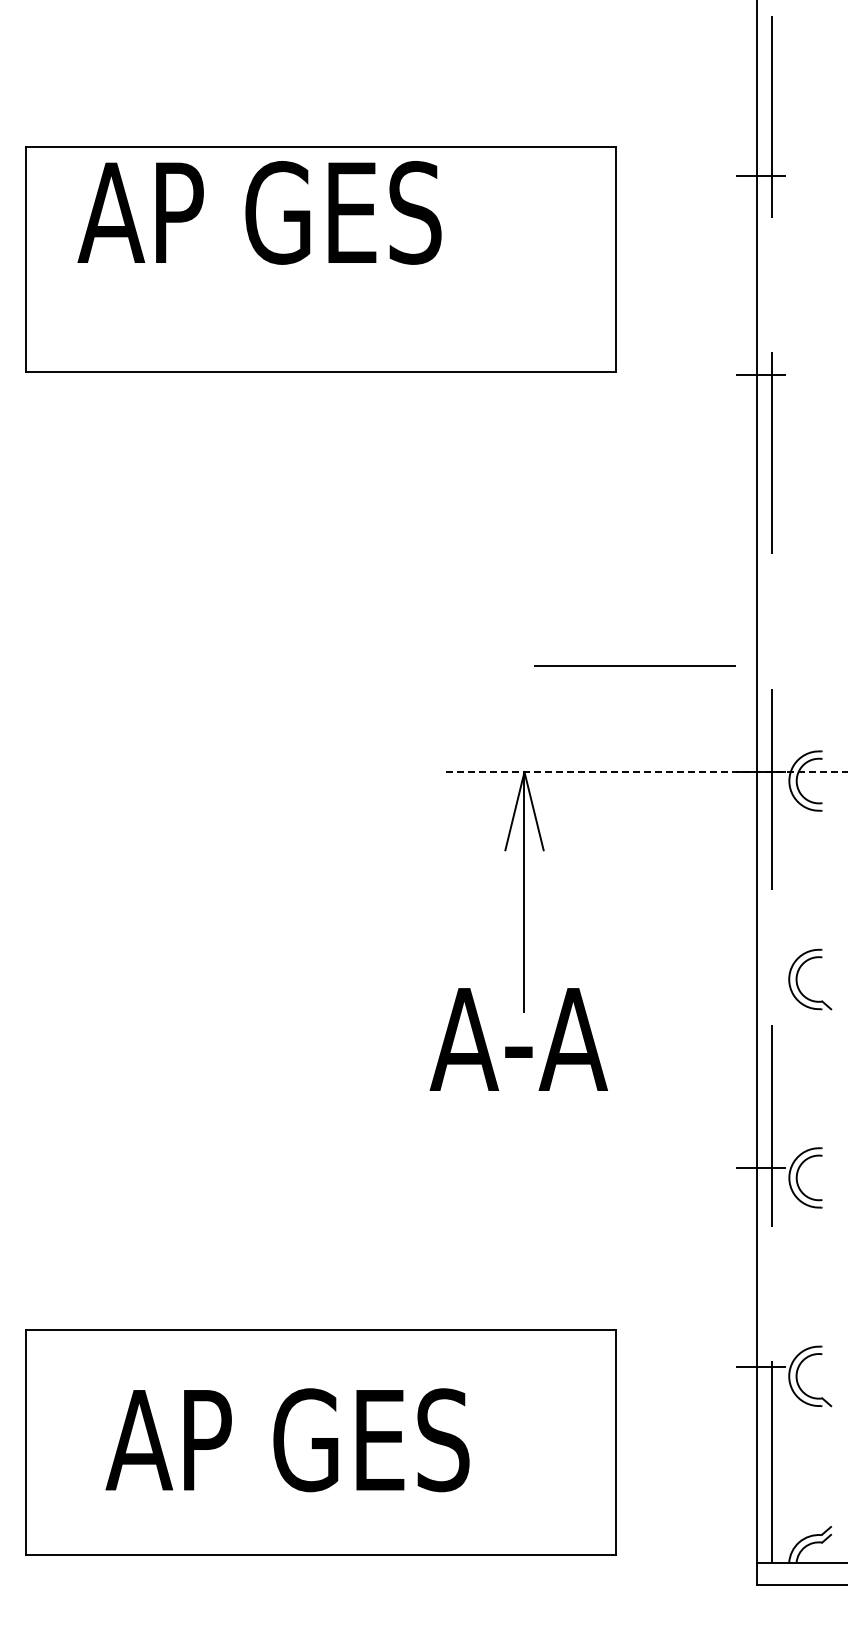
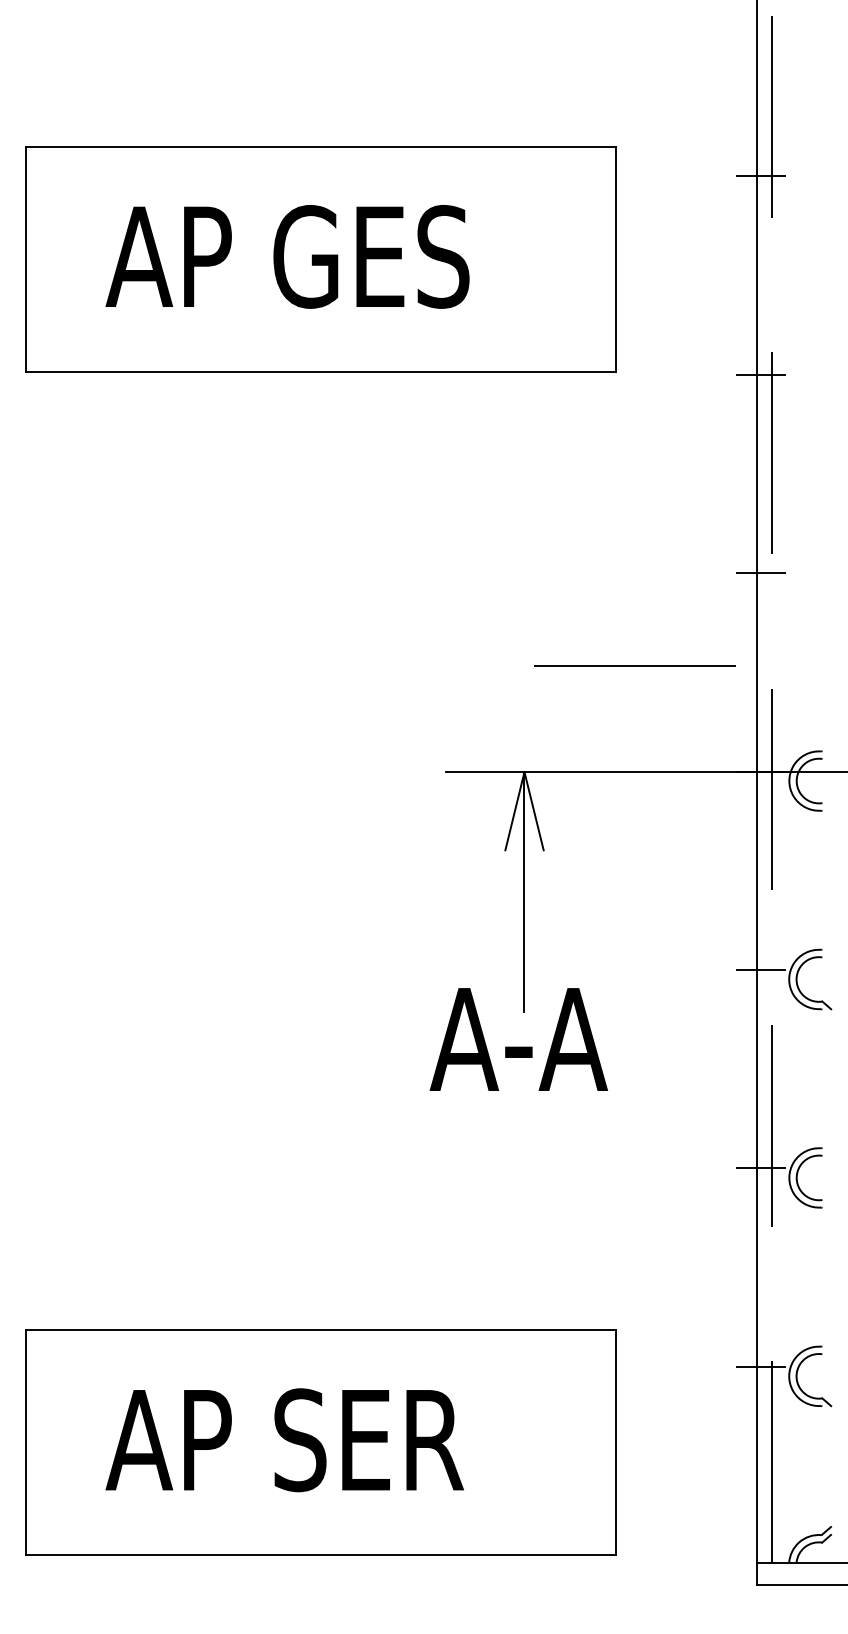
text at (259, 212) position: (259, 212) -> (287, 256)
line at (760, 573): none -> present
line at (646, 772): dashed -> solid
line at (760, 969): none -> present
text at (371, 1440): AP GES -> AP SER
